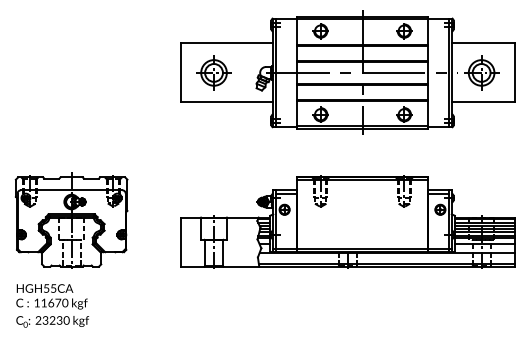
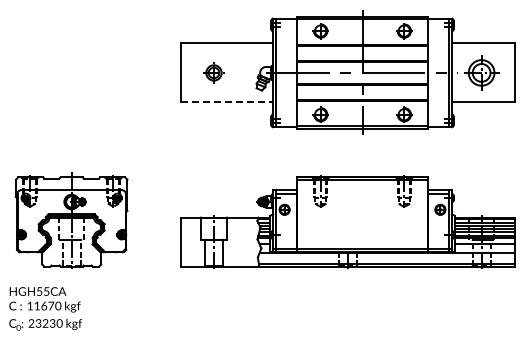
part at (213, 72) size: 36x36 px -> 22x22 px
line at (227, 102): solid -> dashed
text at (52, 305) position: (52, 305) -> (45, 308)
